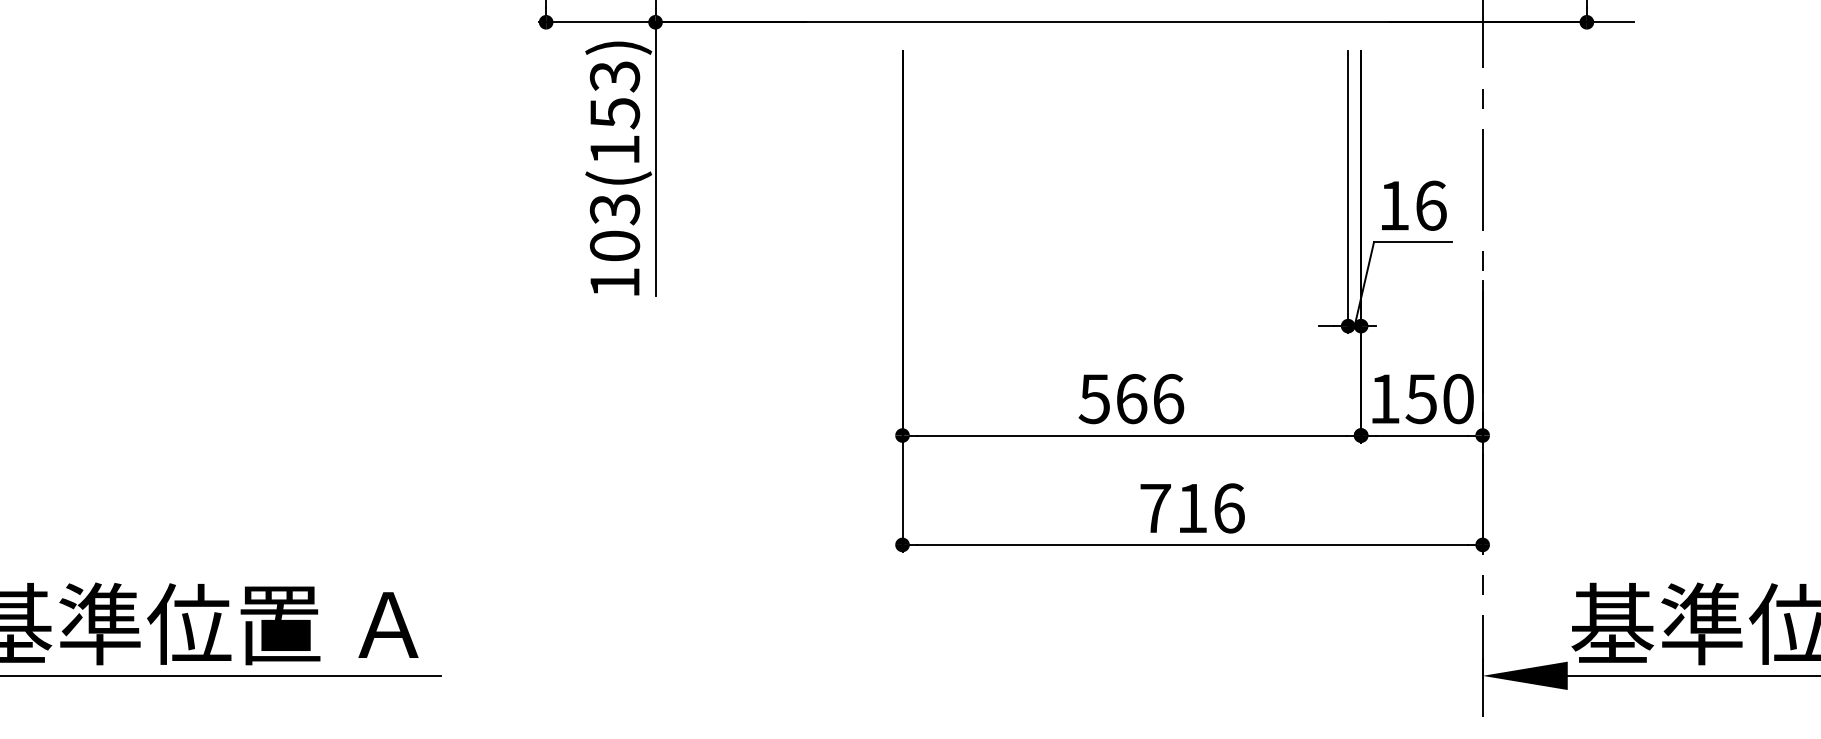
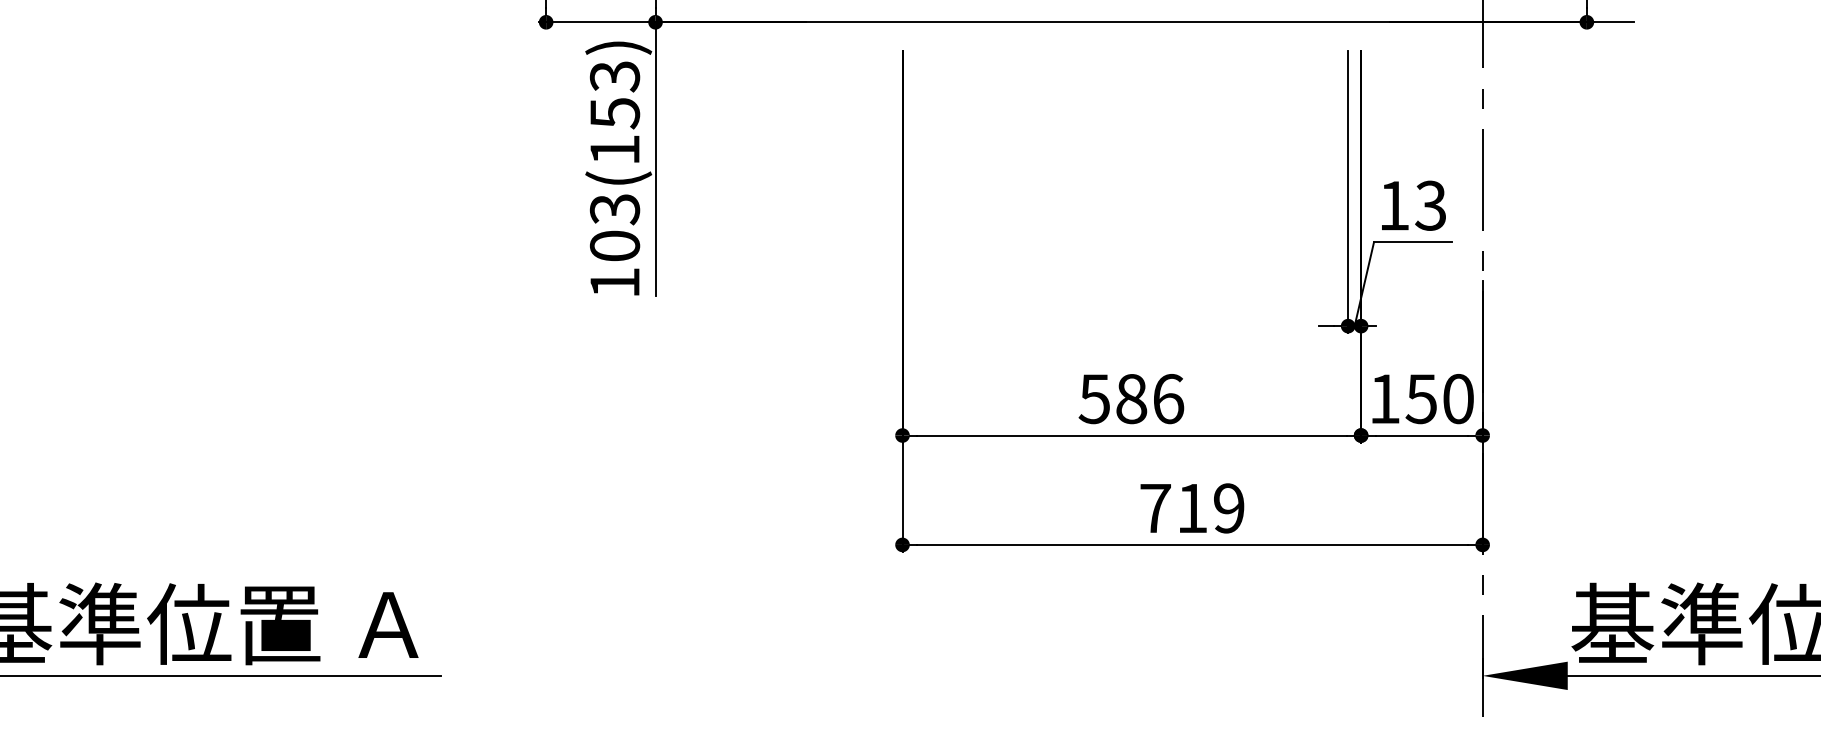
text at (1430, 205): 16 -> 13
text at (1131, 399): 566 -> 586
text at (1229, 508): 716 -> 719
